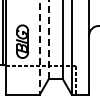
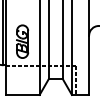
line at (48, 39): dashed -> solid
line at (39, 47): dashed -> solid
